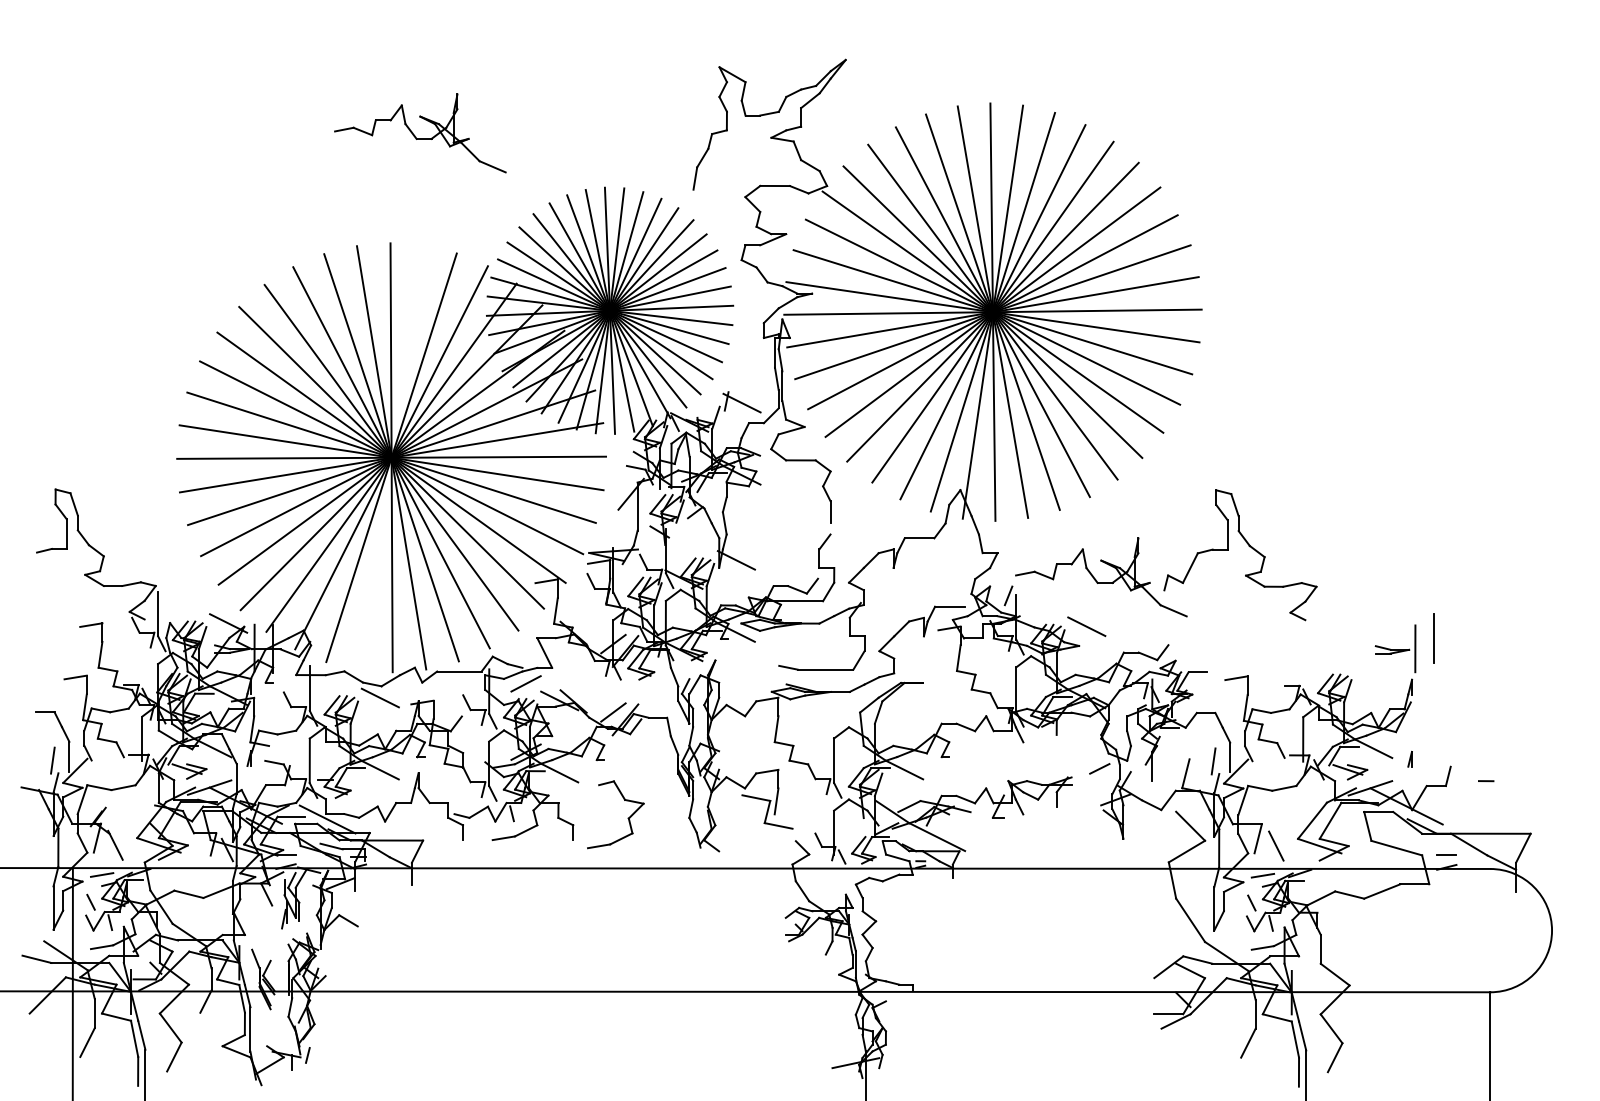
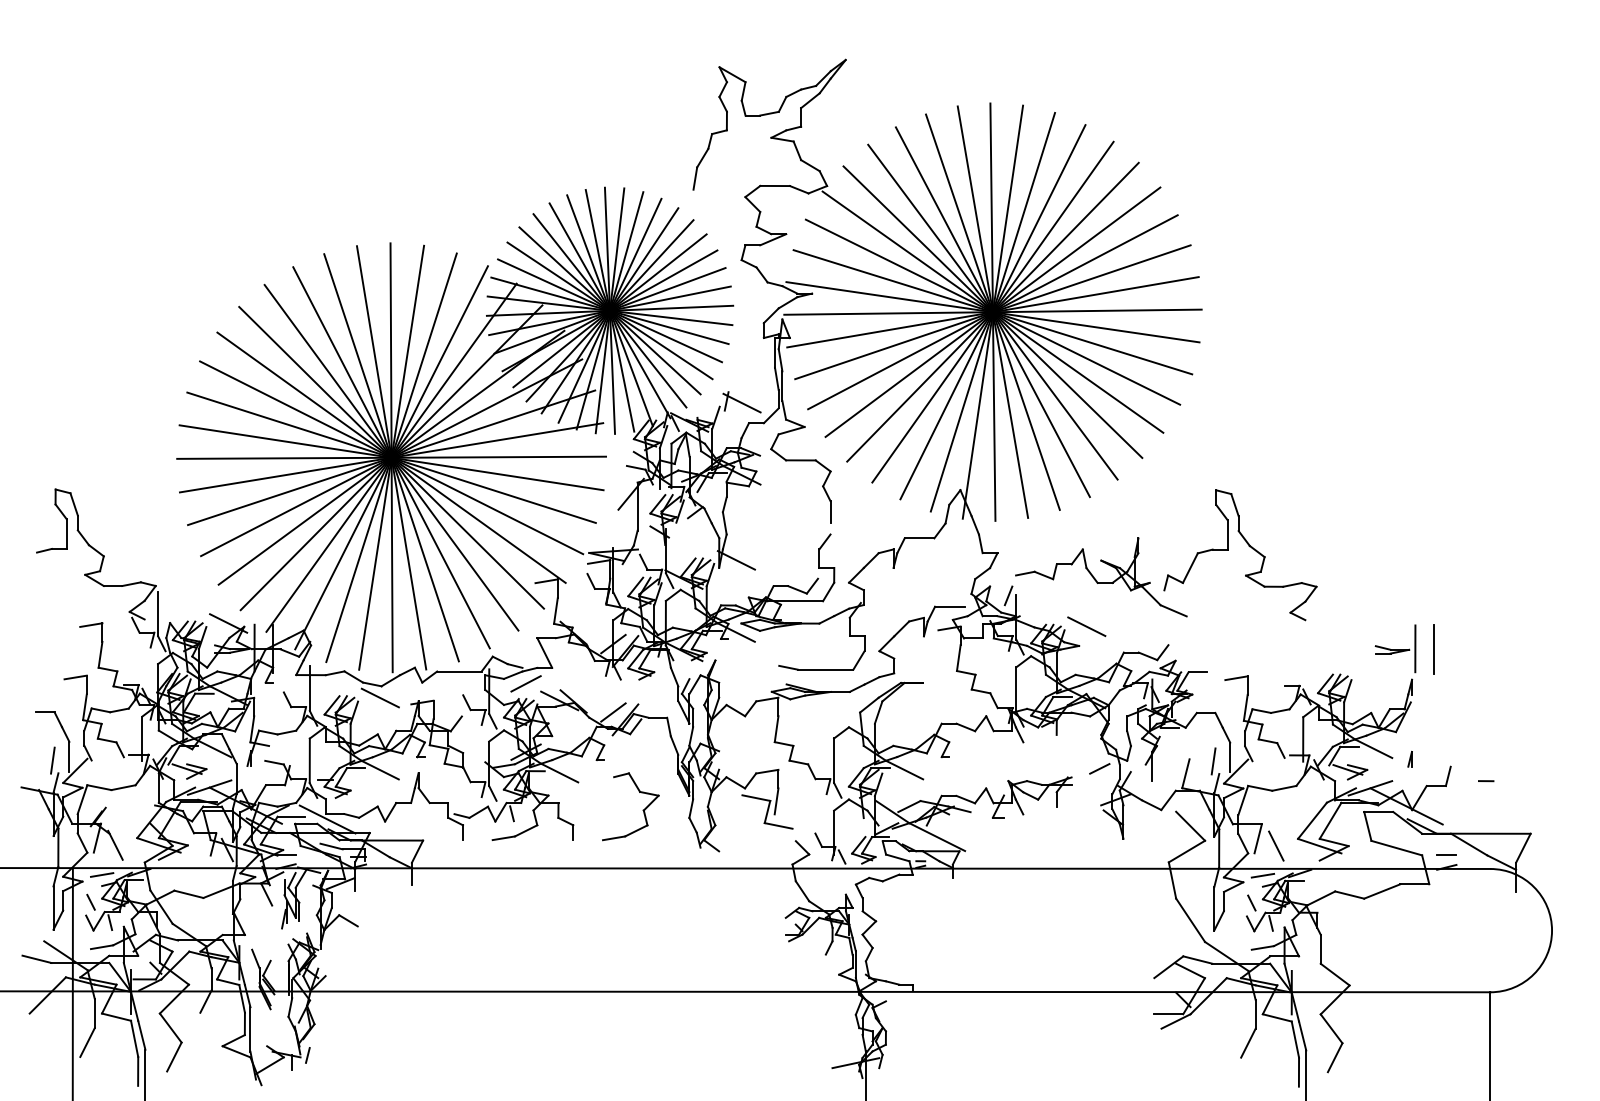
part at (420, 133): present -> none
line at (391, 457): none -> present
line at (1433, 638) position: (1433, 638) -> (1433, 649)
part at (627, 818) position: (627, 818) -> (642, 810)
